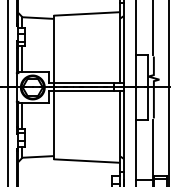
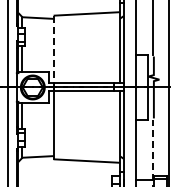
line at (53, 49): solid -> dashed
line at (153, 152): solid -> dashed
